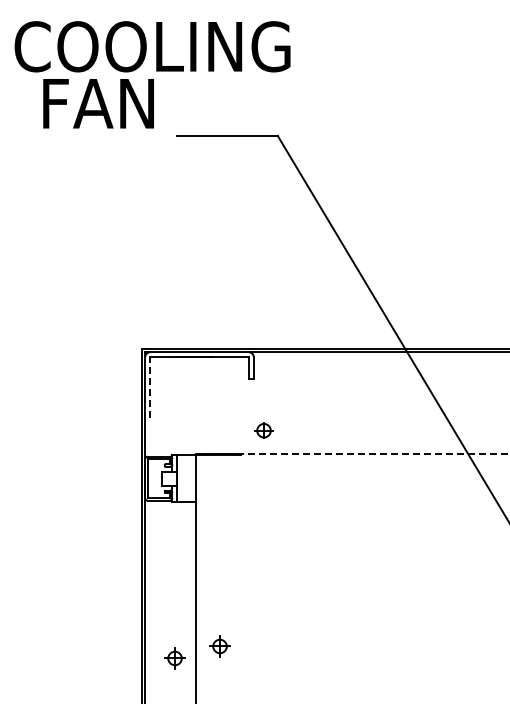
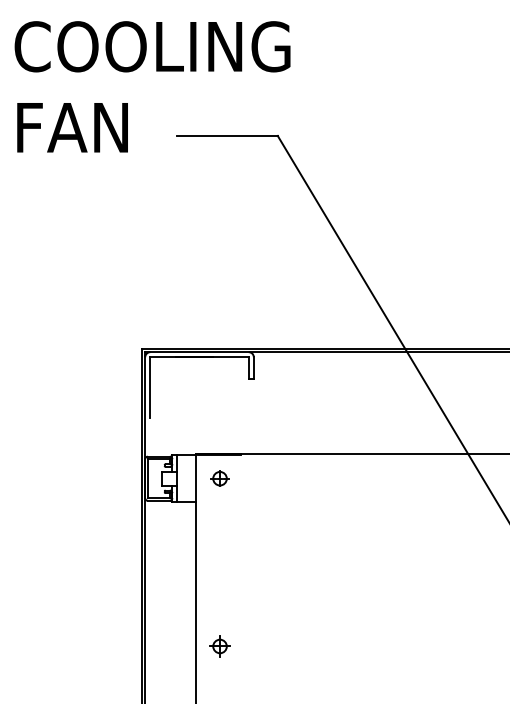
text at (98, 103) position: (98, 103) -> (72, 127)
line at (150, 387): dashed -> solid
part at (263, 430) position: (263, 430) -> (219, 478)
line at (352, 453): dashed -> solid
part at (174, 658): present -> none
